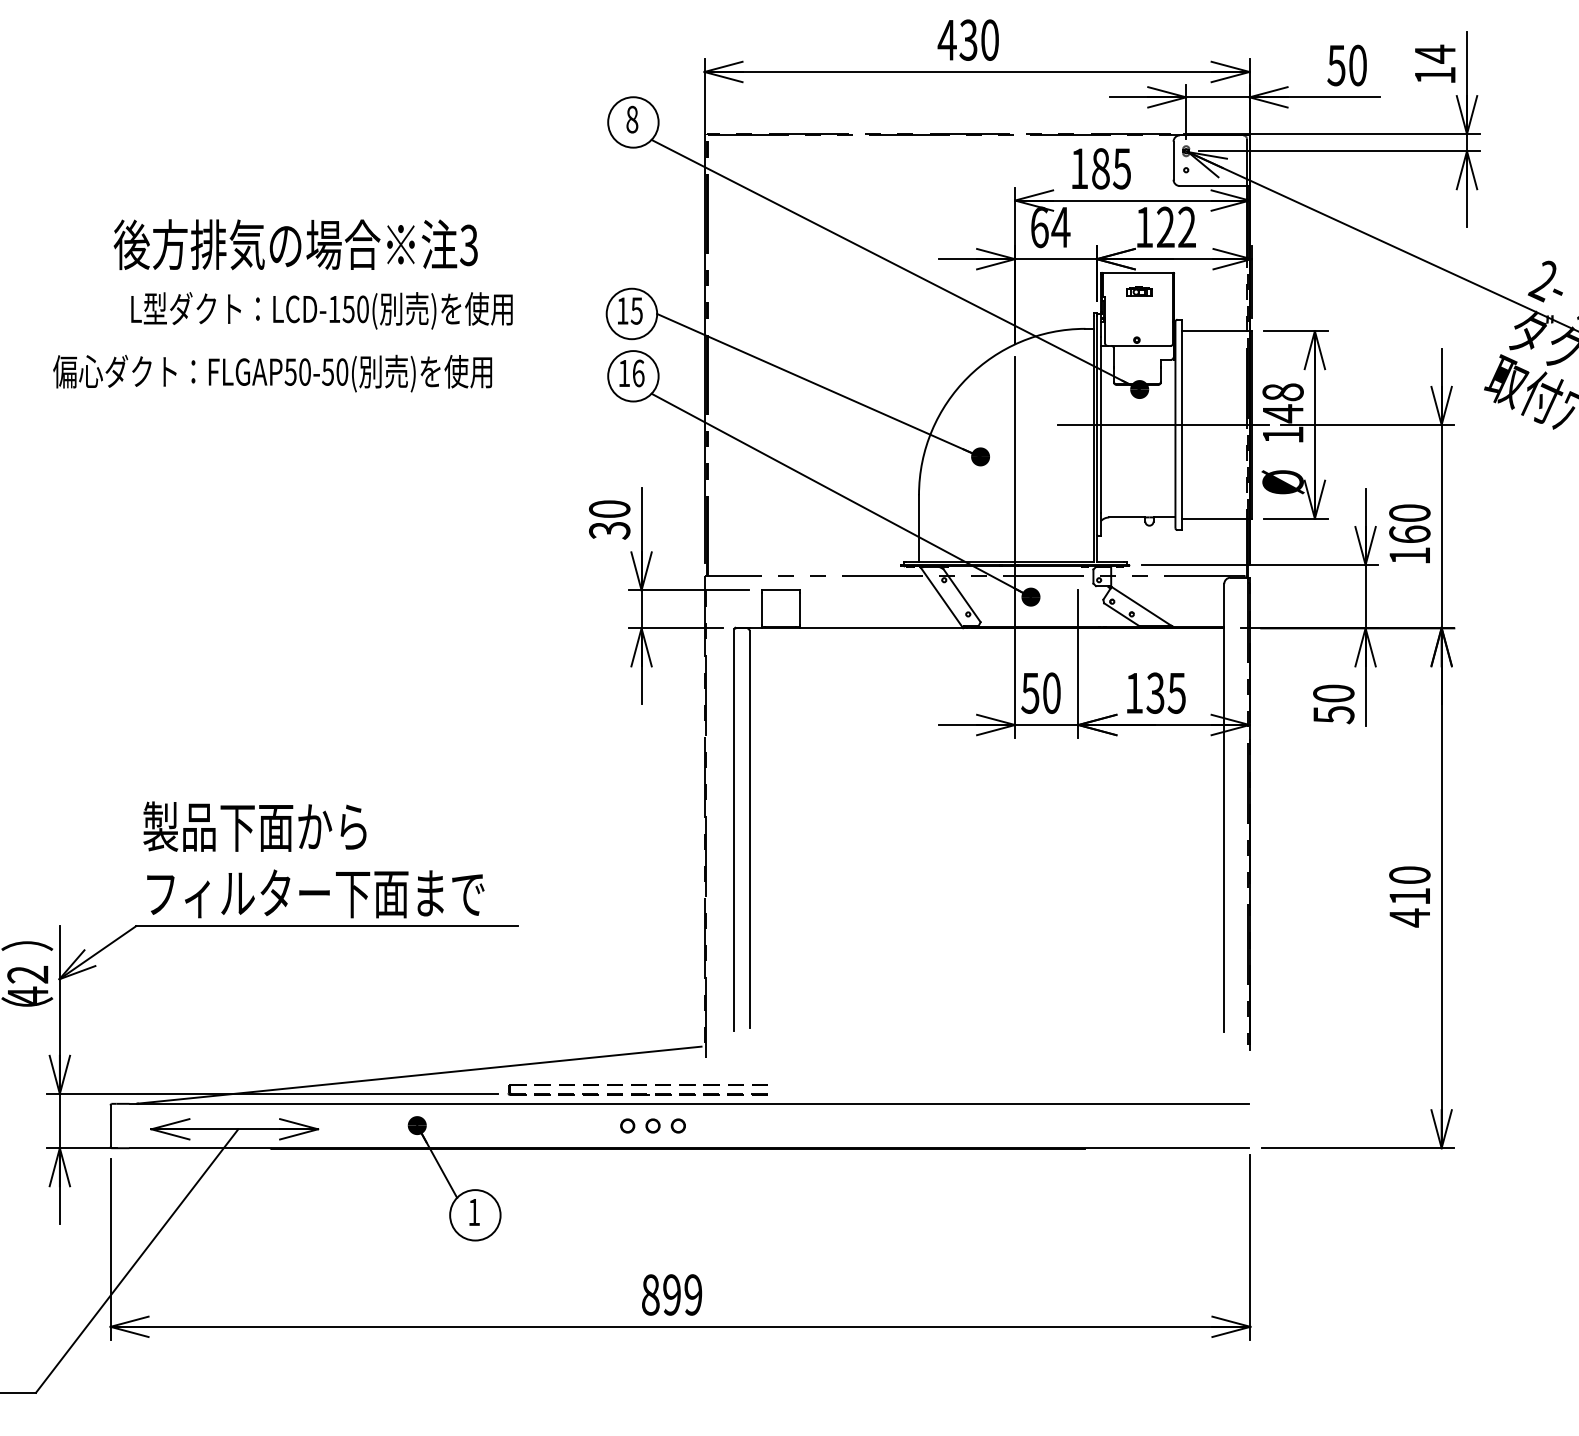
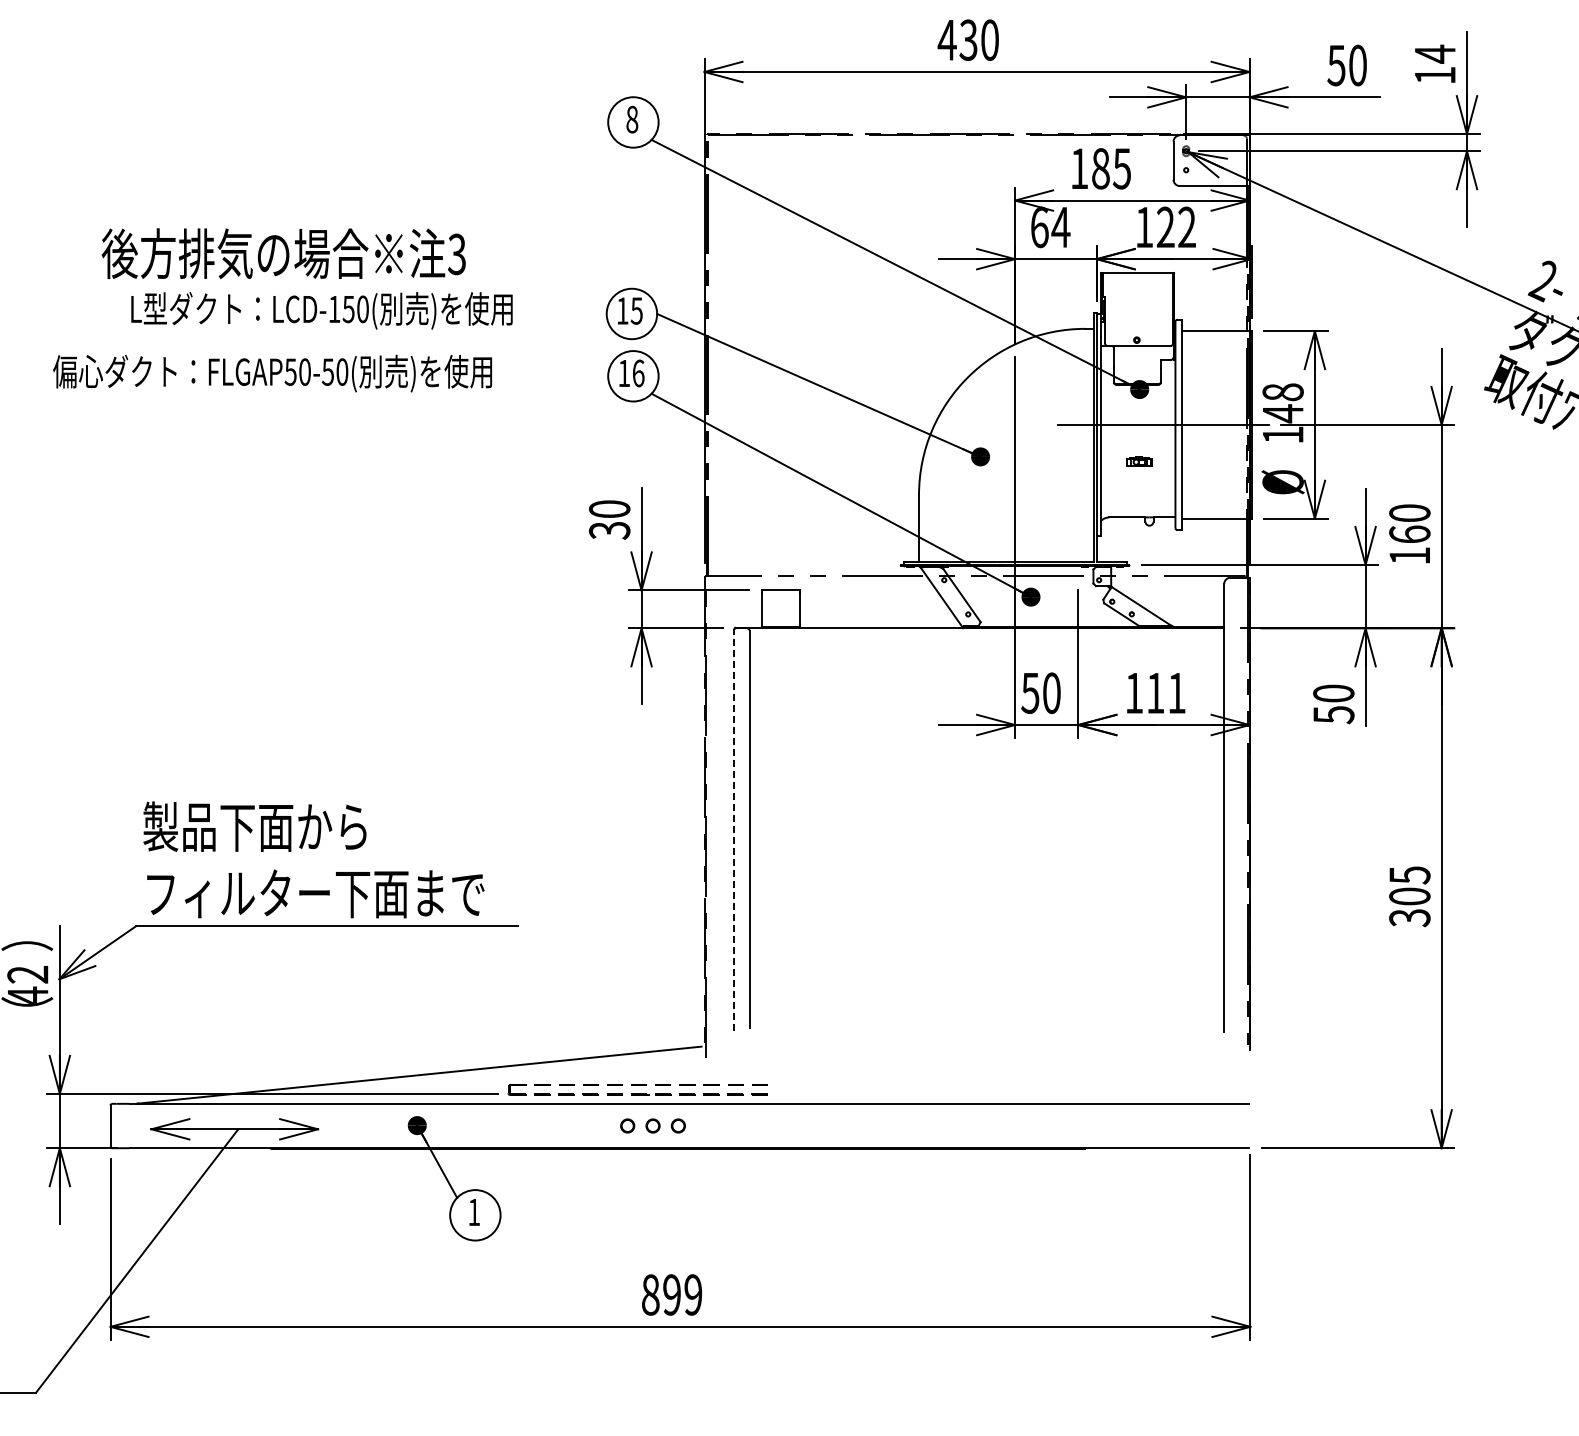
text at (295, 244) position: (295, 244) -> (283, 253)
part at (1139, 291) position: (1139, 291) -> (1139, 461)
text at (1165, 692): 135 -> 111
line at (734, 830): solid -> dashed
text at (1409, 896): 410 -> 305
